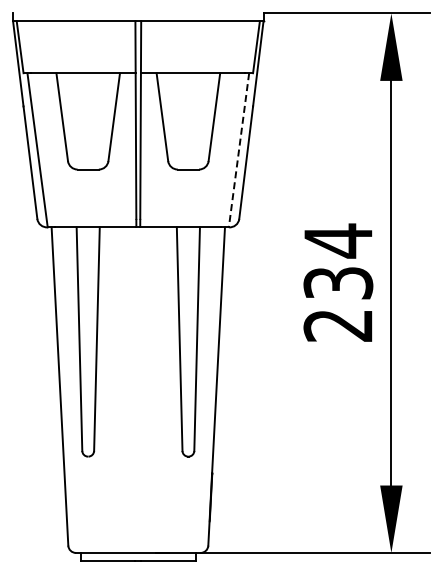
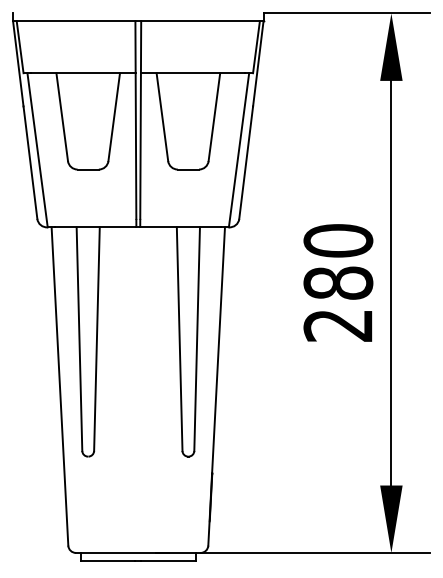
line at (239, 150): dashed -> solid
text at (338, 261): 234 -> 280
